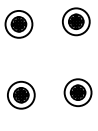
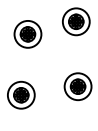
part at (18, 24) position: (18, 24) -> (27, 34)
part at (77, 92) position: (77, 92) -> (77, 86)
